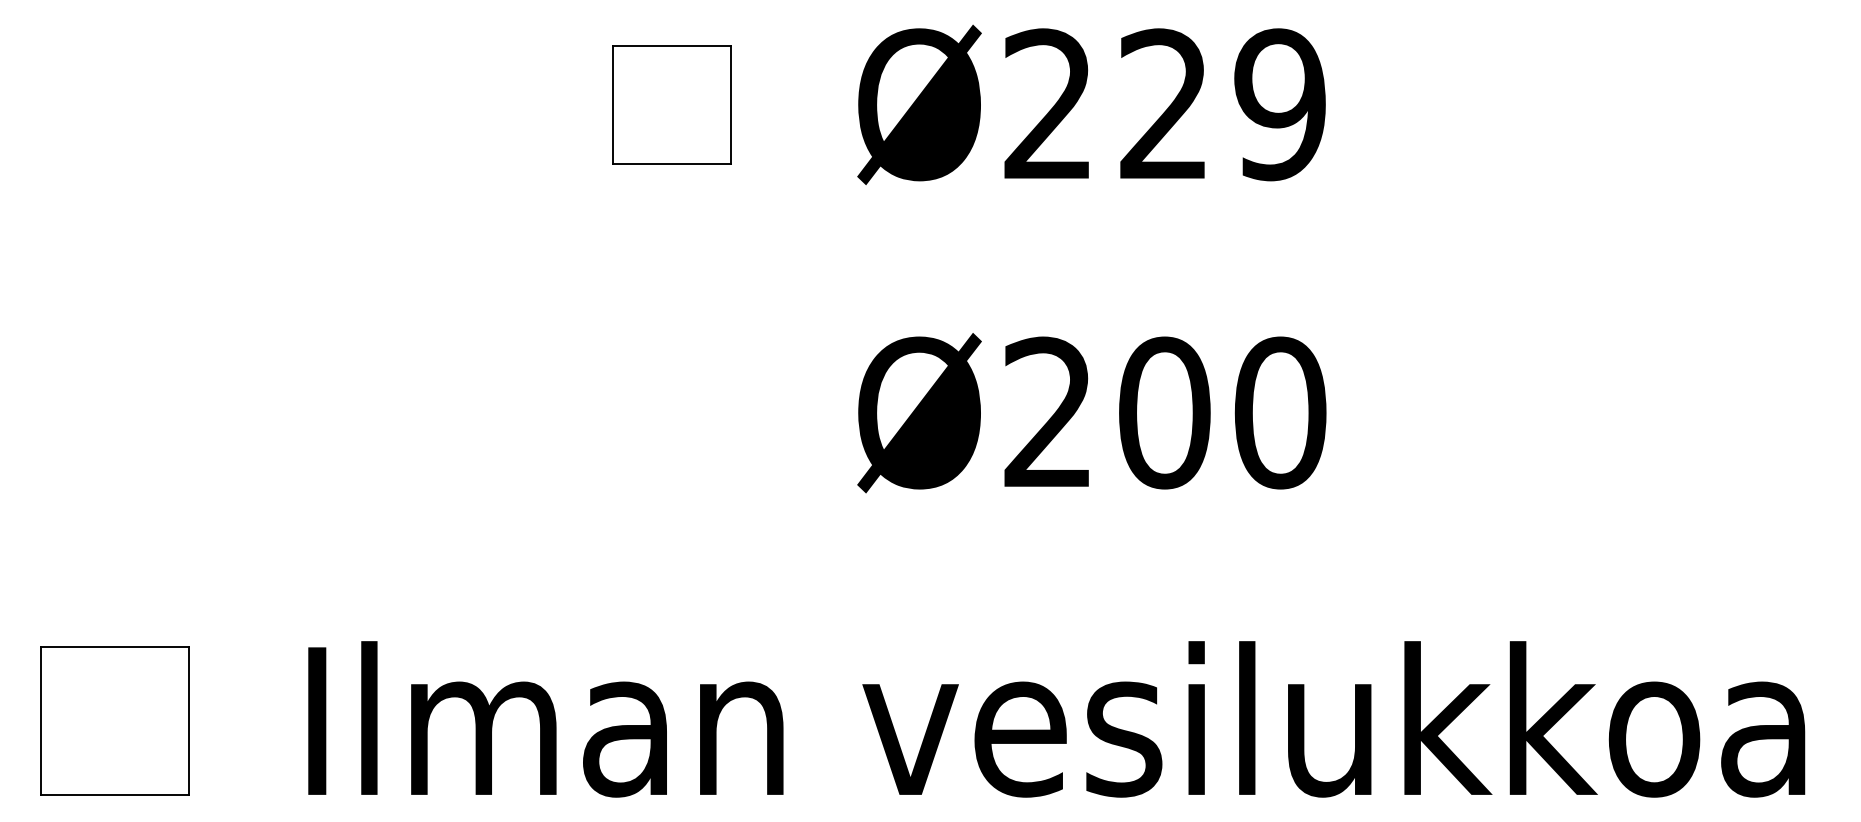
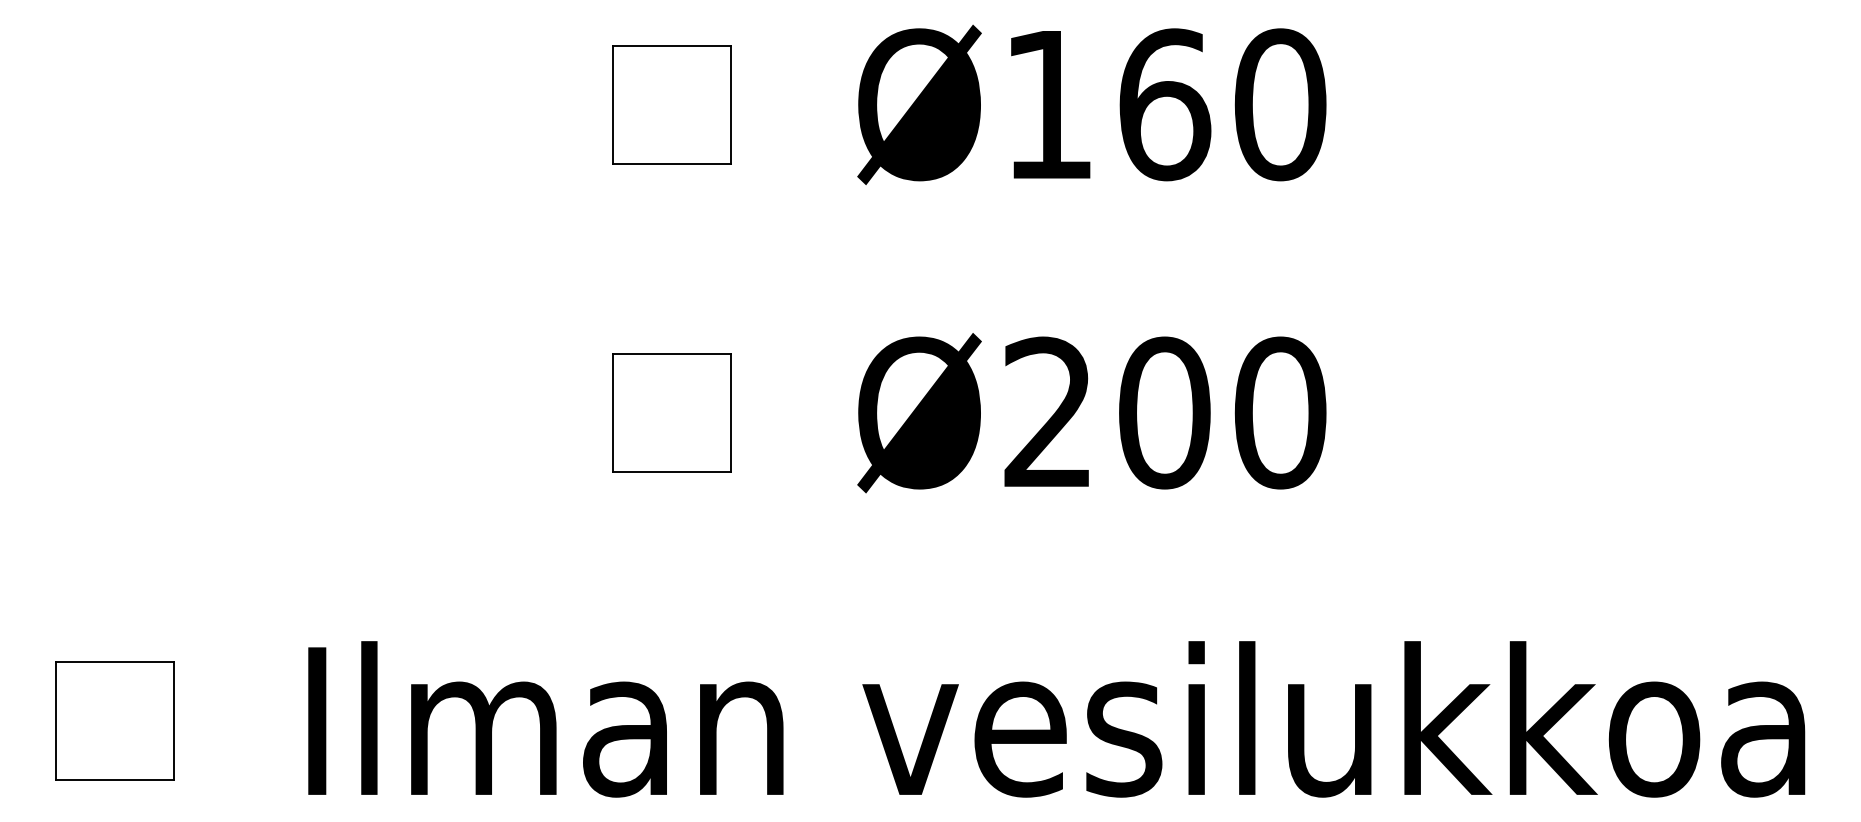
text at (1165, 104): Ø229 -> Ø160
part at (671, 412): none -> present
part at (114, 720) size: 150x150 px -> 120x120 px
